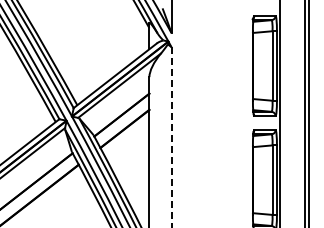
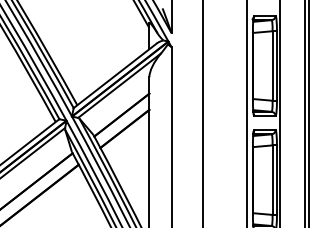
line at (203, 113): none -> present
line at (247, 113): none -> present
line at (171, 137): dashed -> solid
